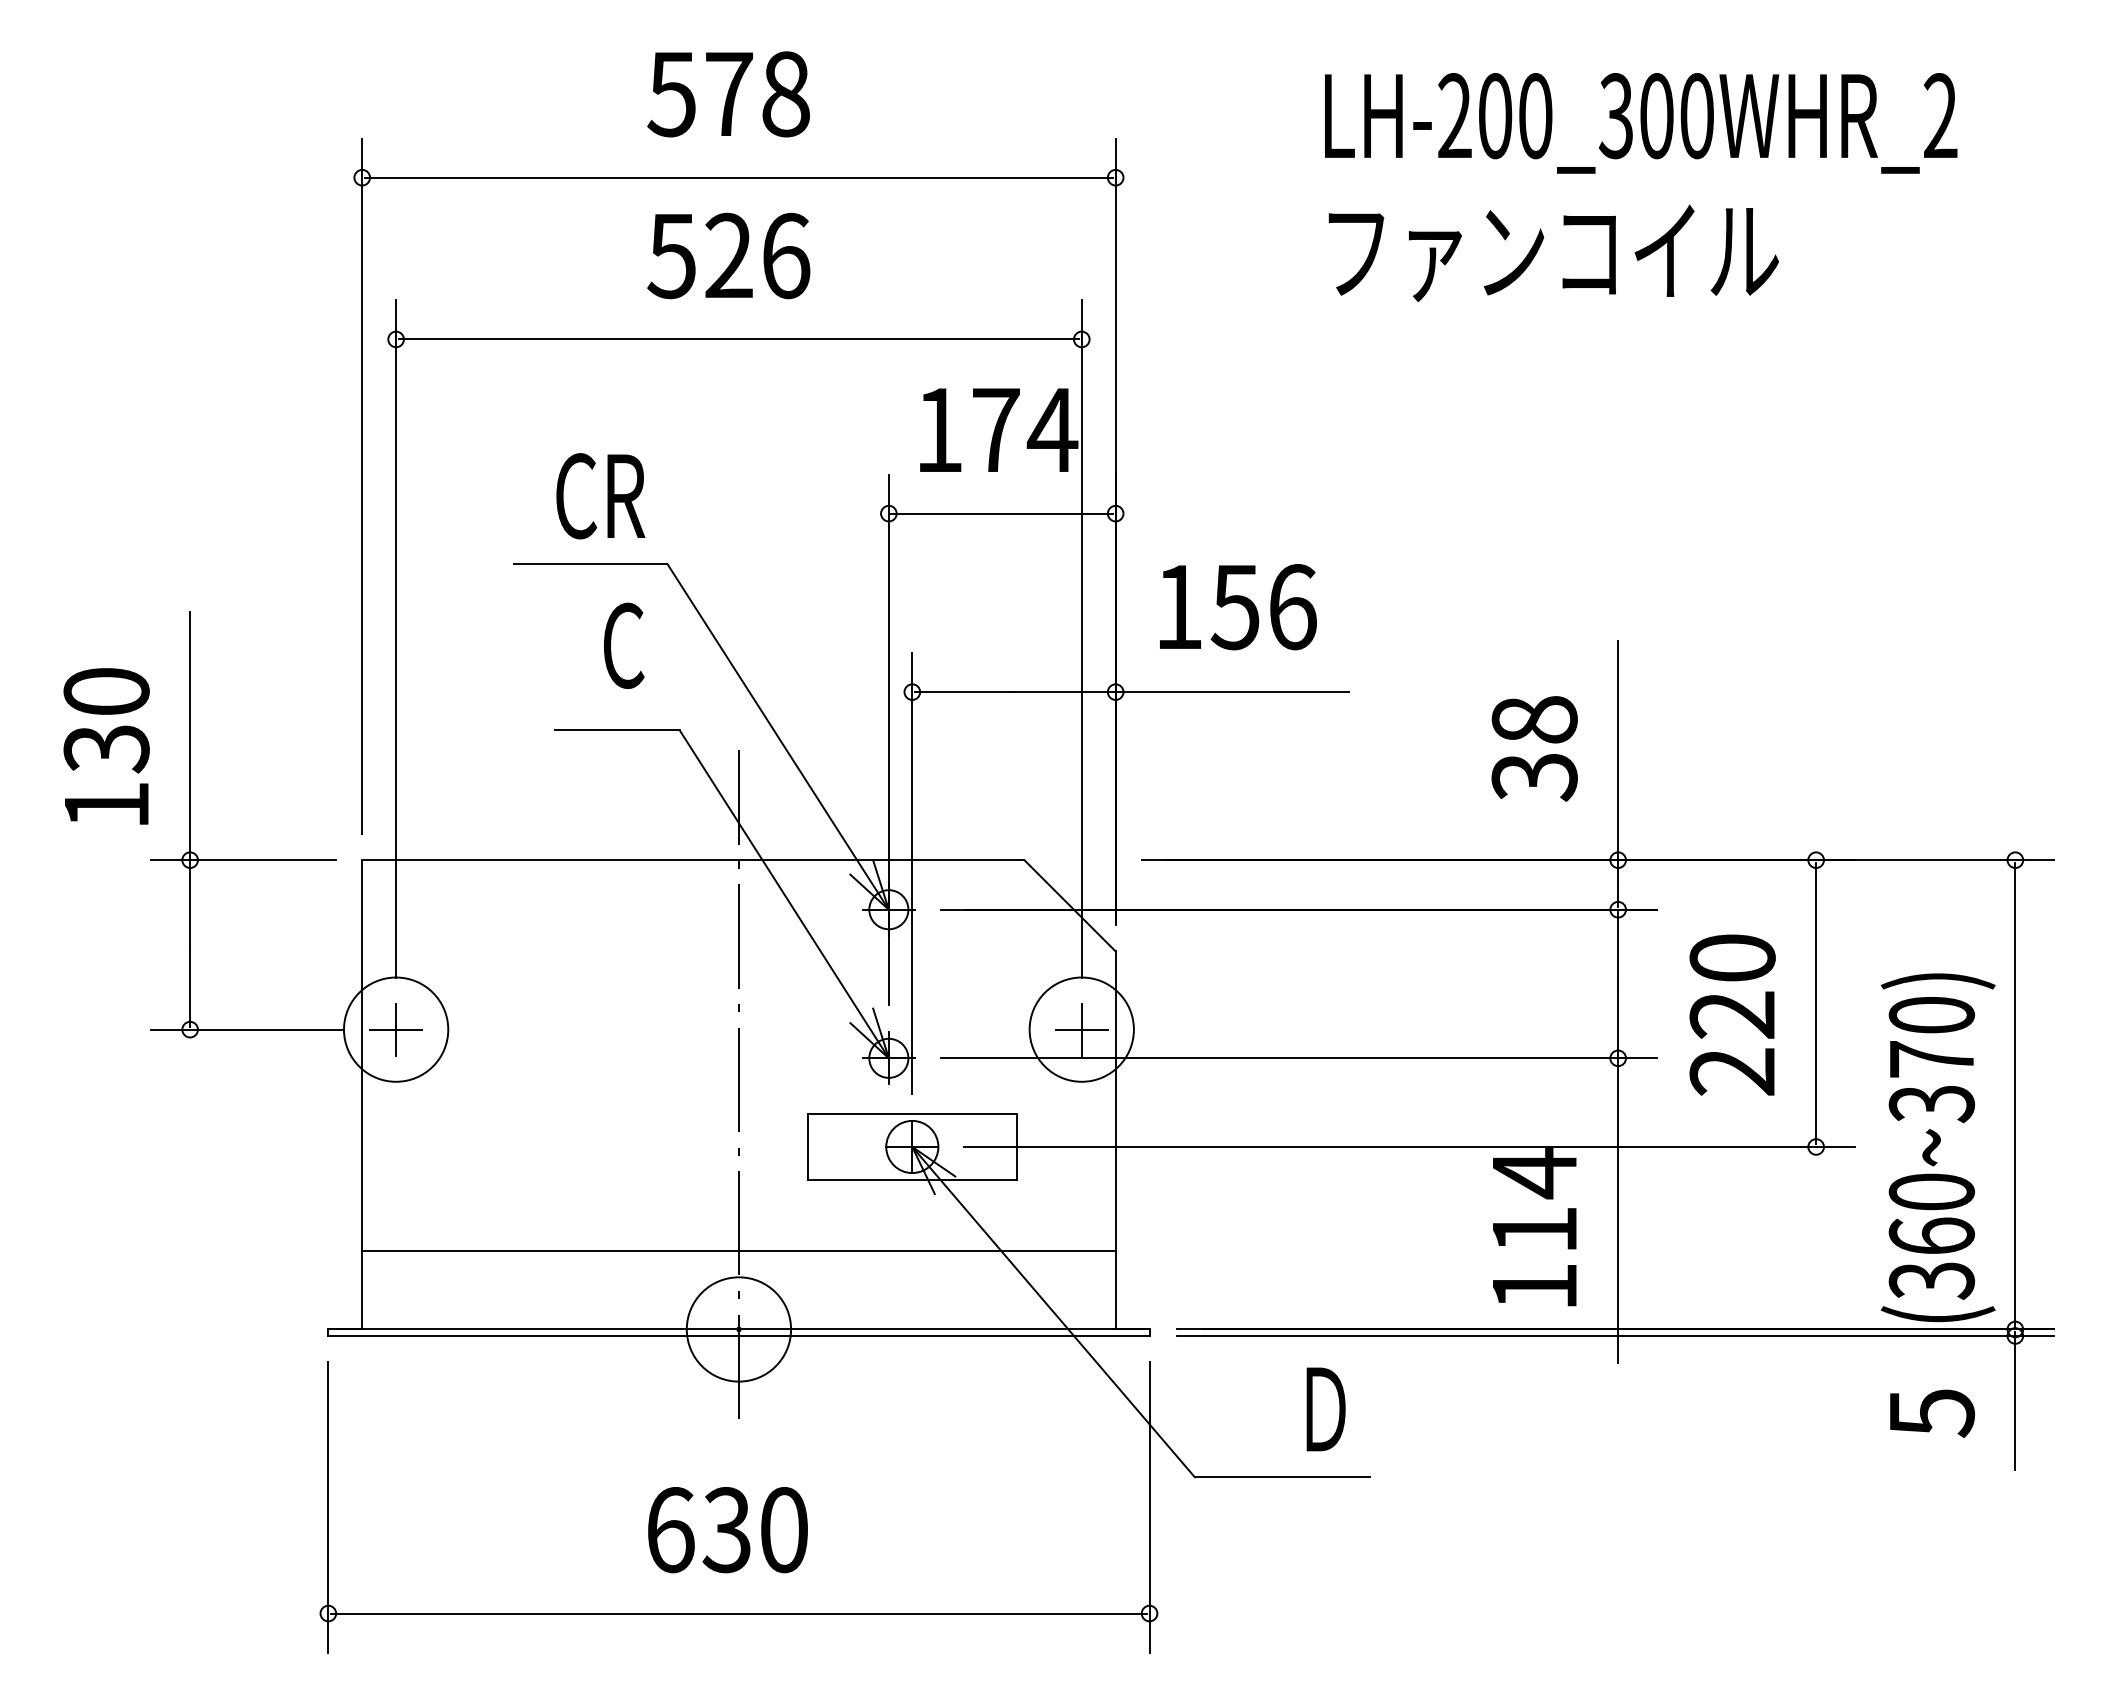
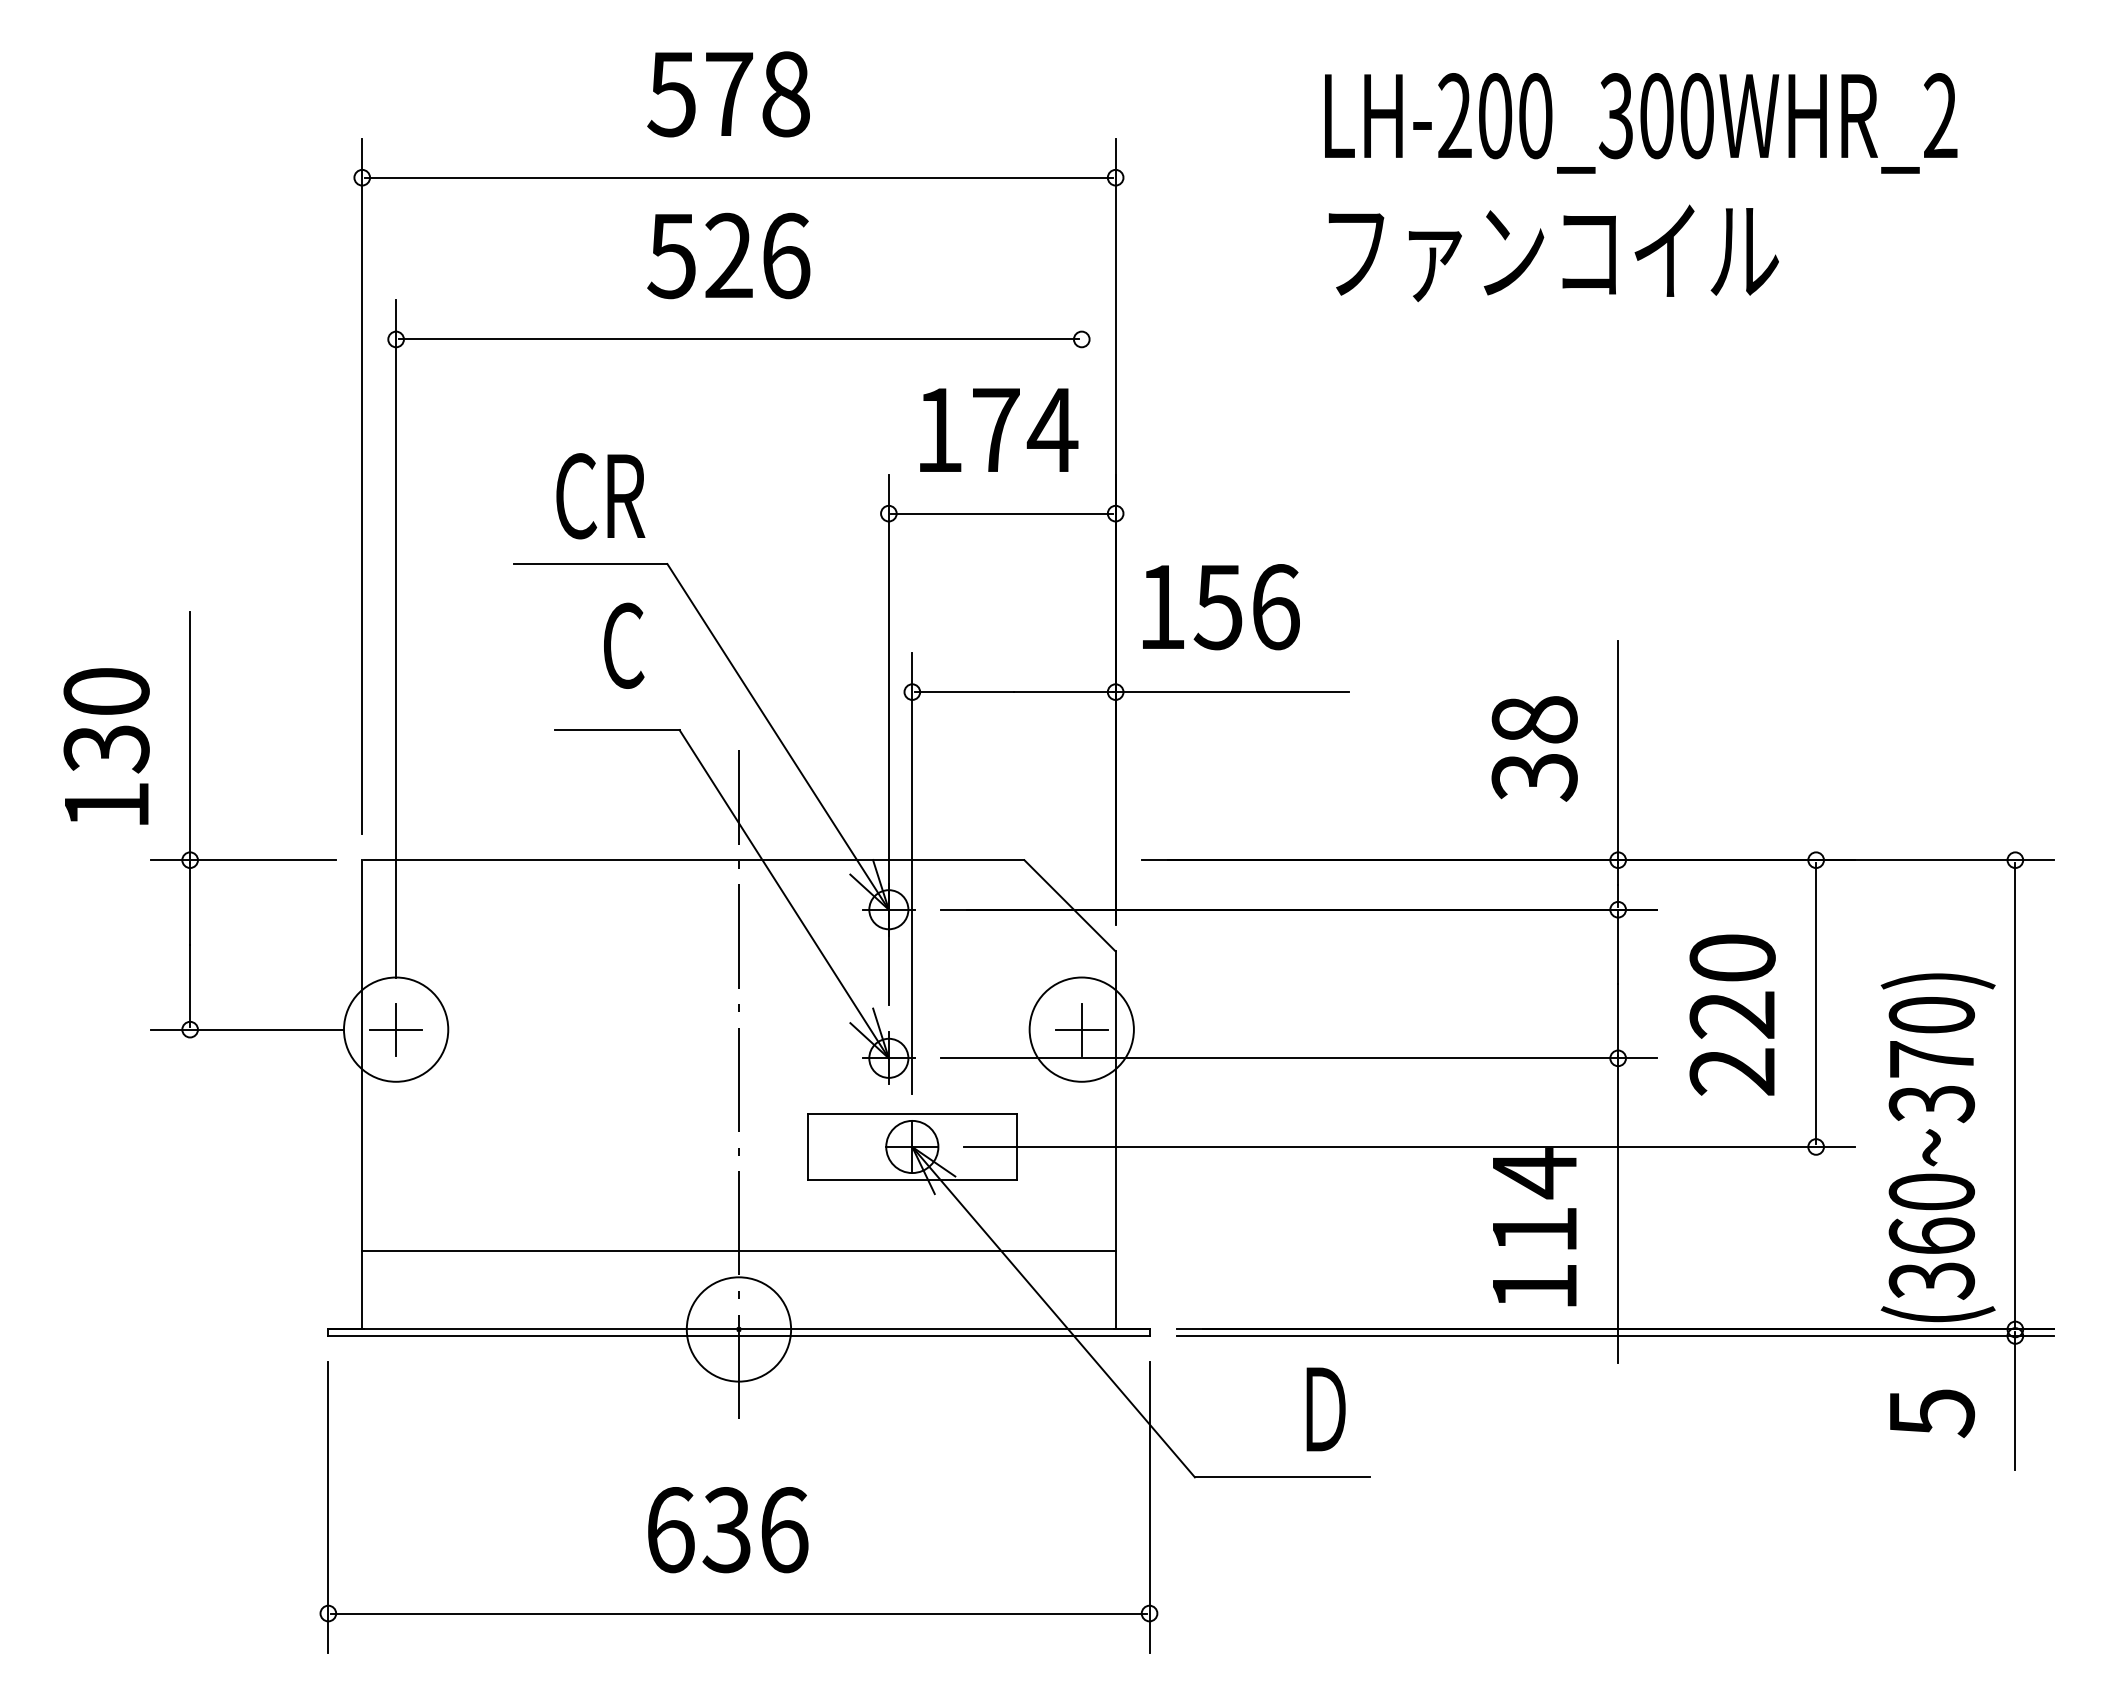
text at (1238, 607) position: (1238, 607) -> (1221, 607)
line at (1081, 638): present -> none
text at (784, 1530): 630 -> 636
